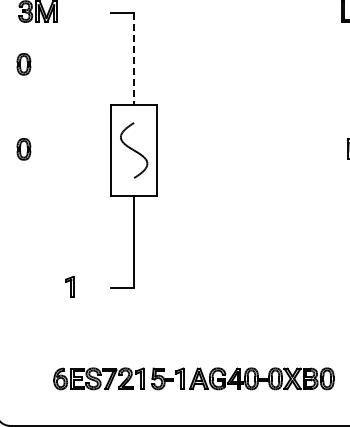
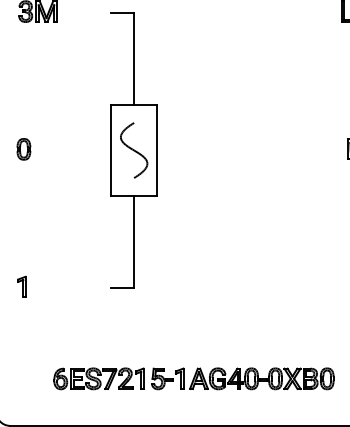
line at (134, 58): dashed -> solid
part at (23, 64): present -> none
part at (69, 286) position: (69, 286) -> (21, 286)
